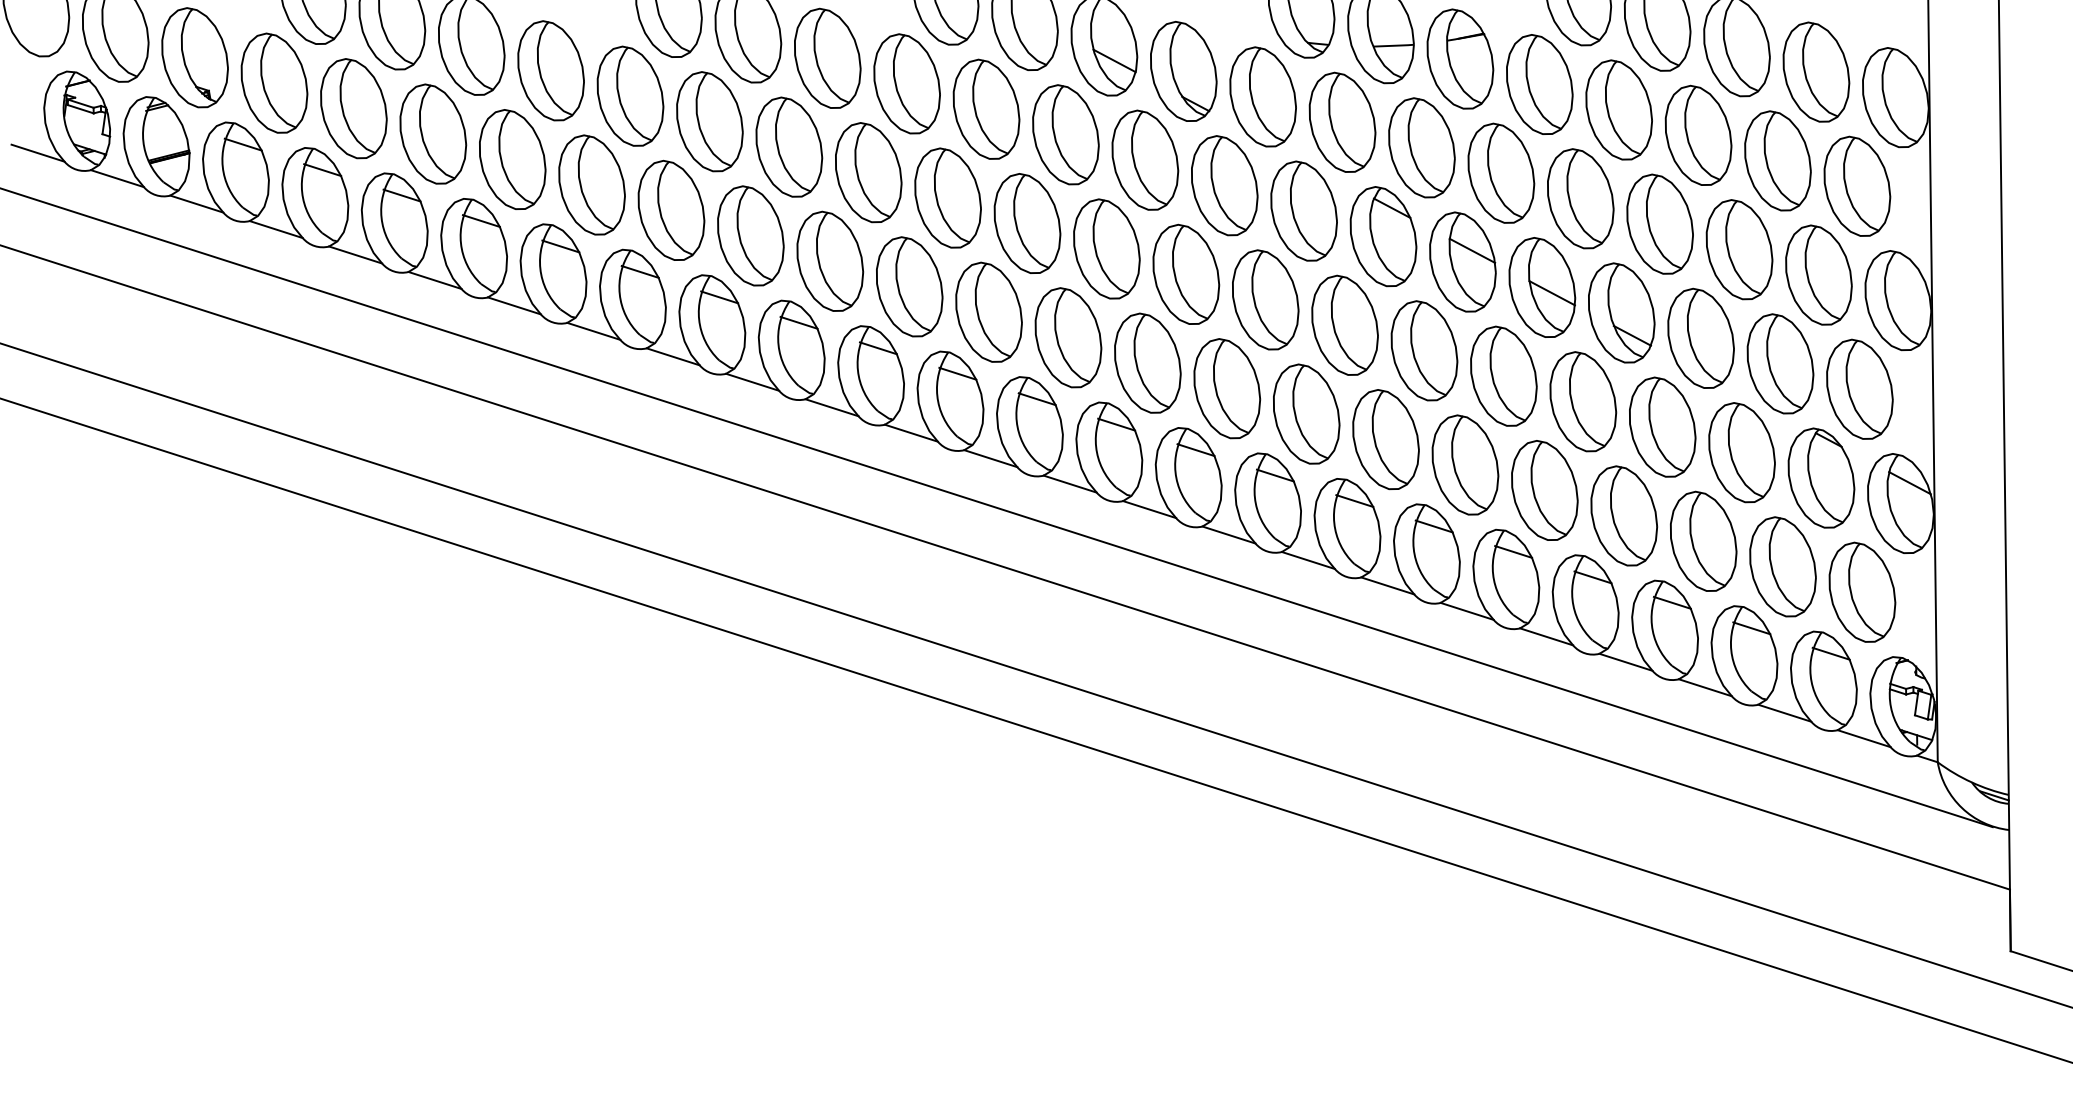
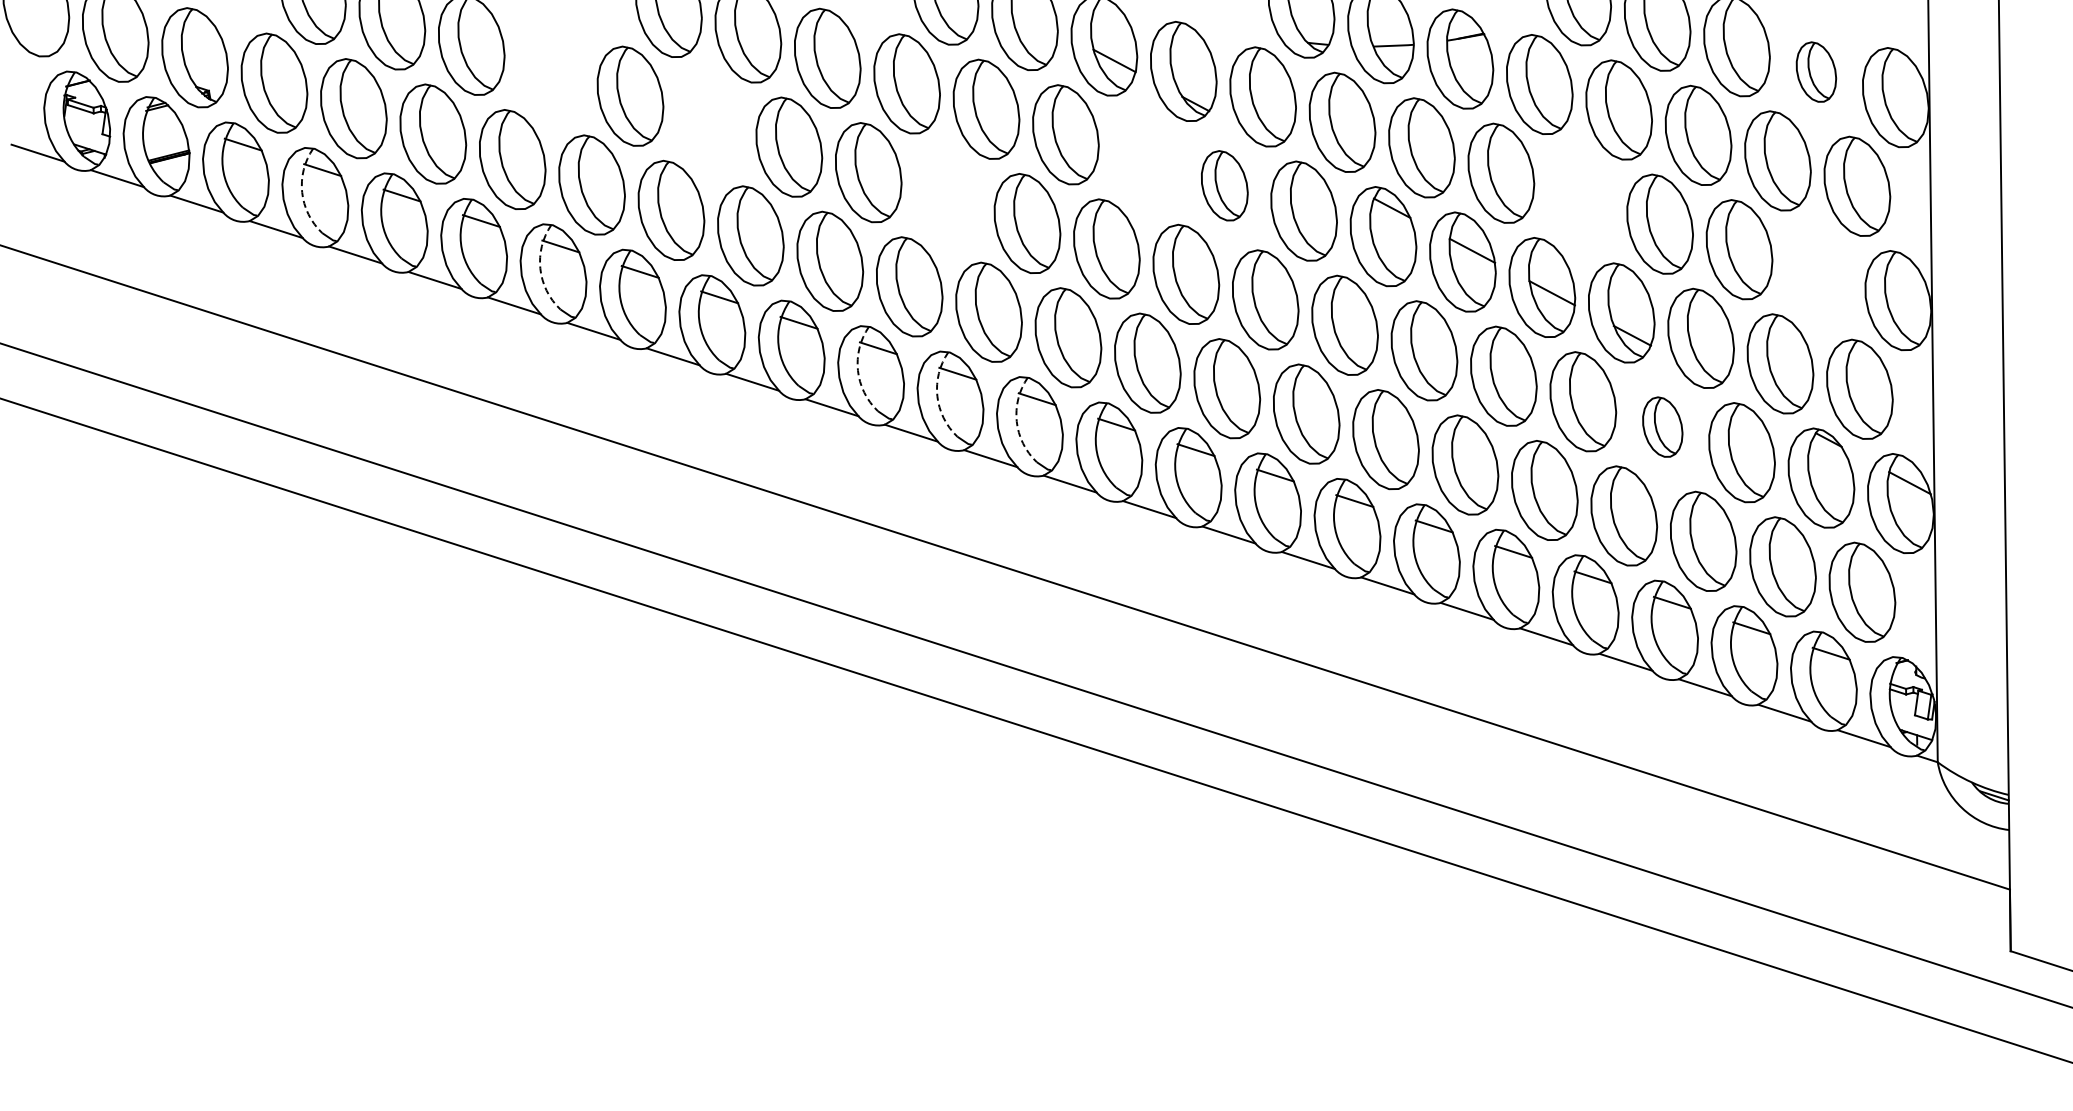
part at (550, 70): present -> none
part at (1816, 71) size: 69x102 px -> 43x62 px
part at (709, 121): present -> none
part at (1145, 159): present -> none
part at (1224, 185) size: 68x102 px -> 48x72 px
arc at (302, 192): solid -> dashed
part at (947, 197): present -> none
part at (1580, 198): present -> none
arc at (540, 268): solid -> dashed
part at (1818, 274): present -> none
arc at (857, 370): solid -> dashed
arc at (937, 396): solid -> dashed
arc at (1016, 421): solid -> dashed
part at (1662, 426) size: 68x102 px -> 42x62 px
line at (997, 508): present -> none
